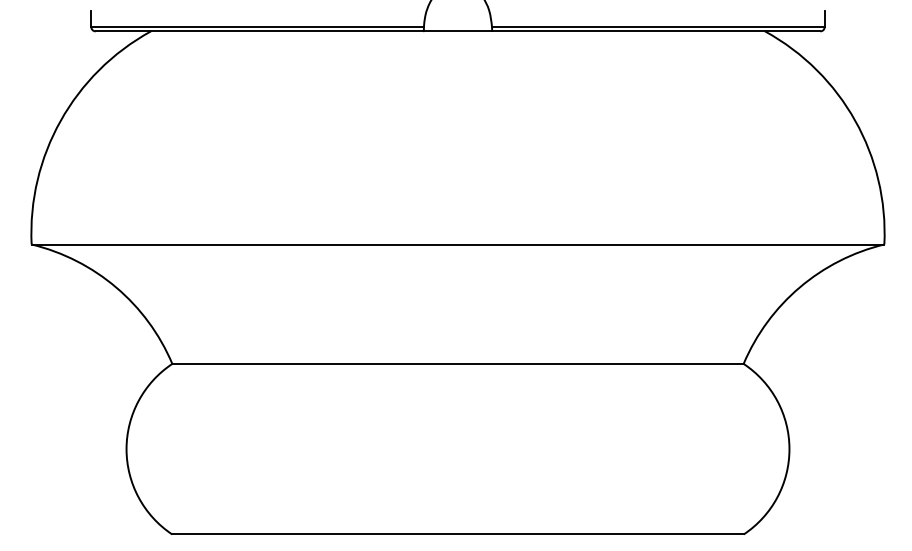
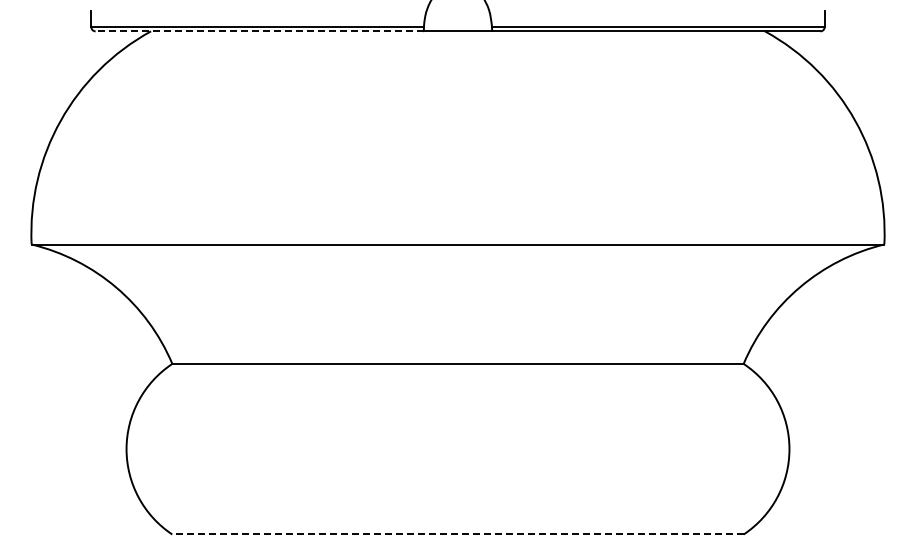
line at (259, 31): solid -> dashed
line at (458, 534): solid -> dashed
